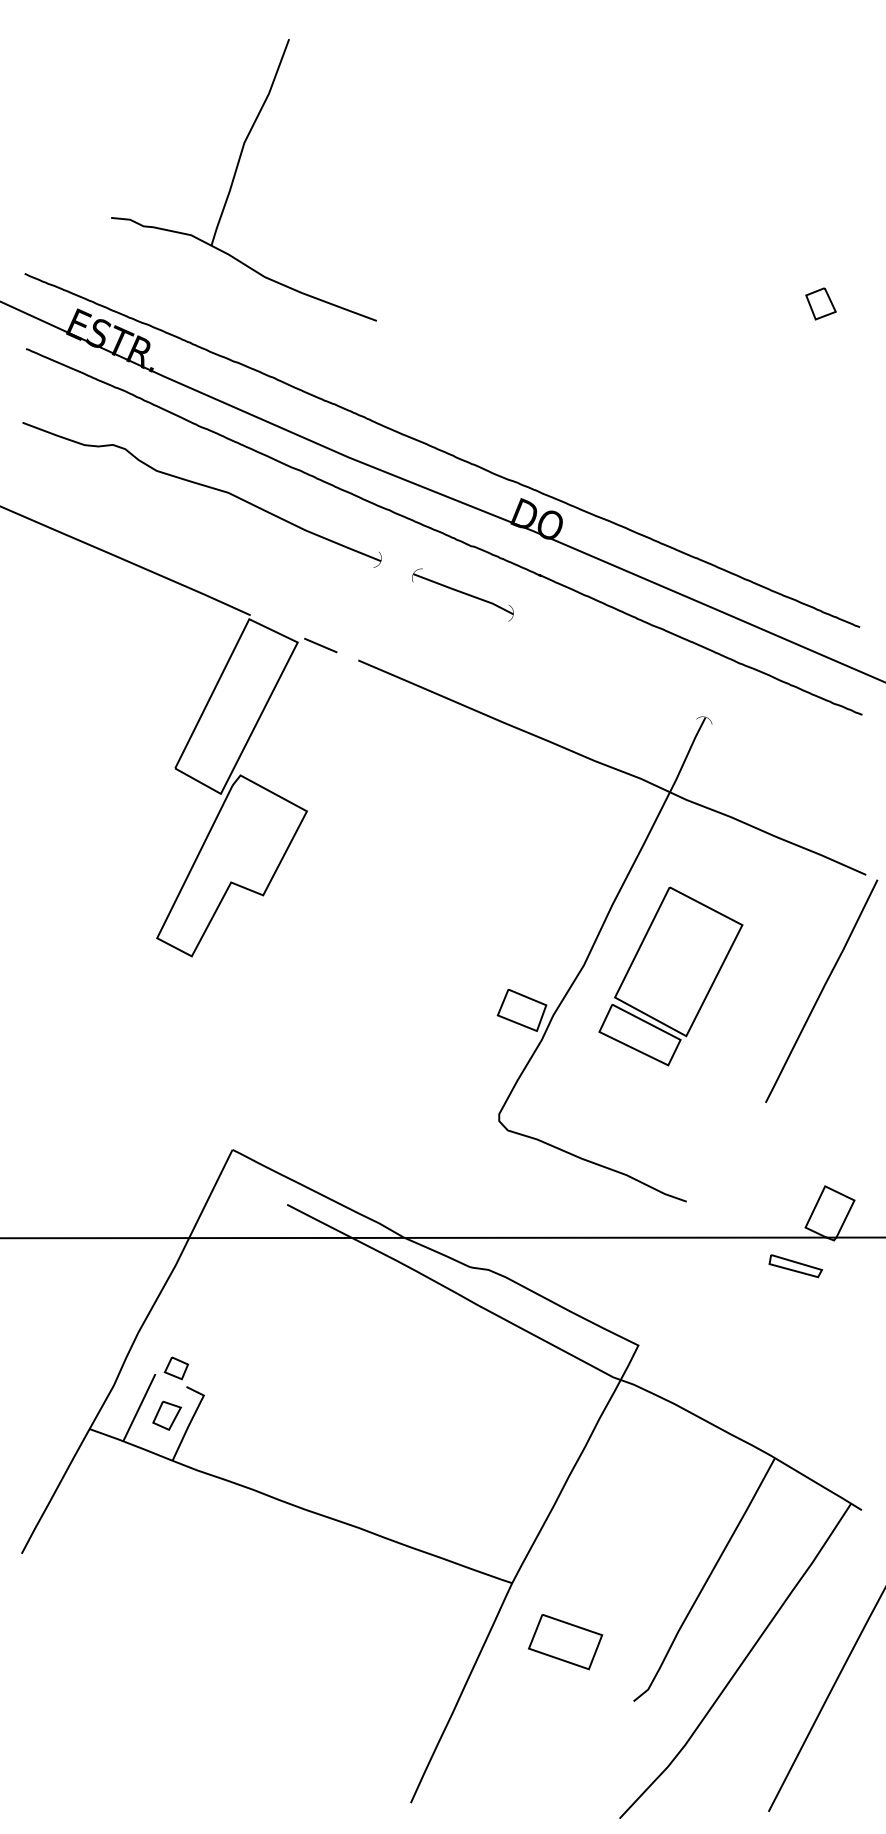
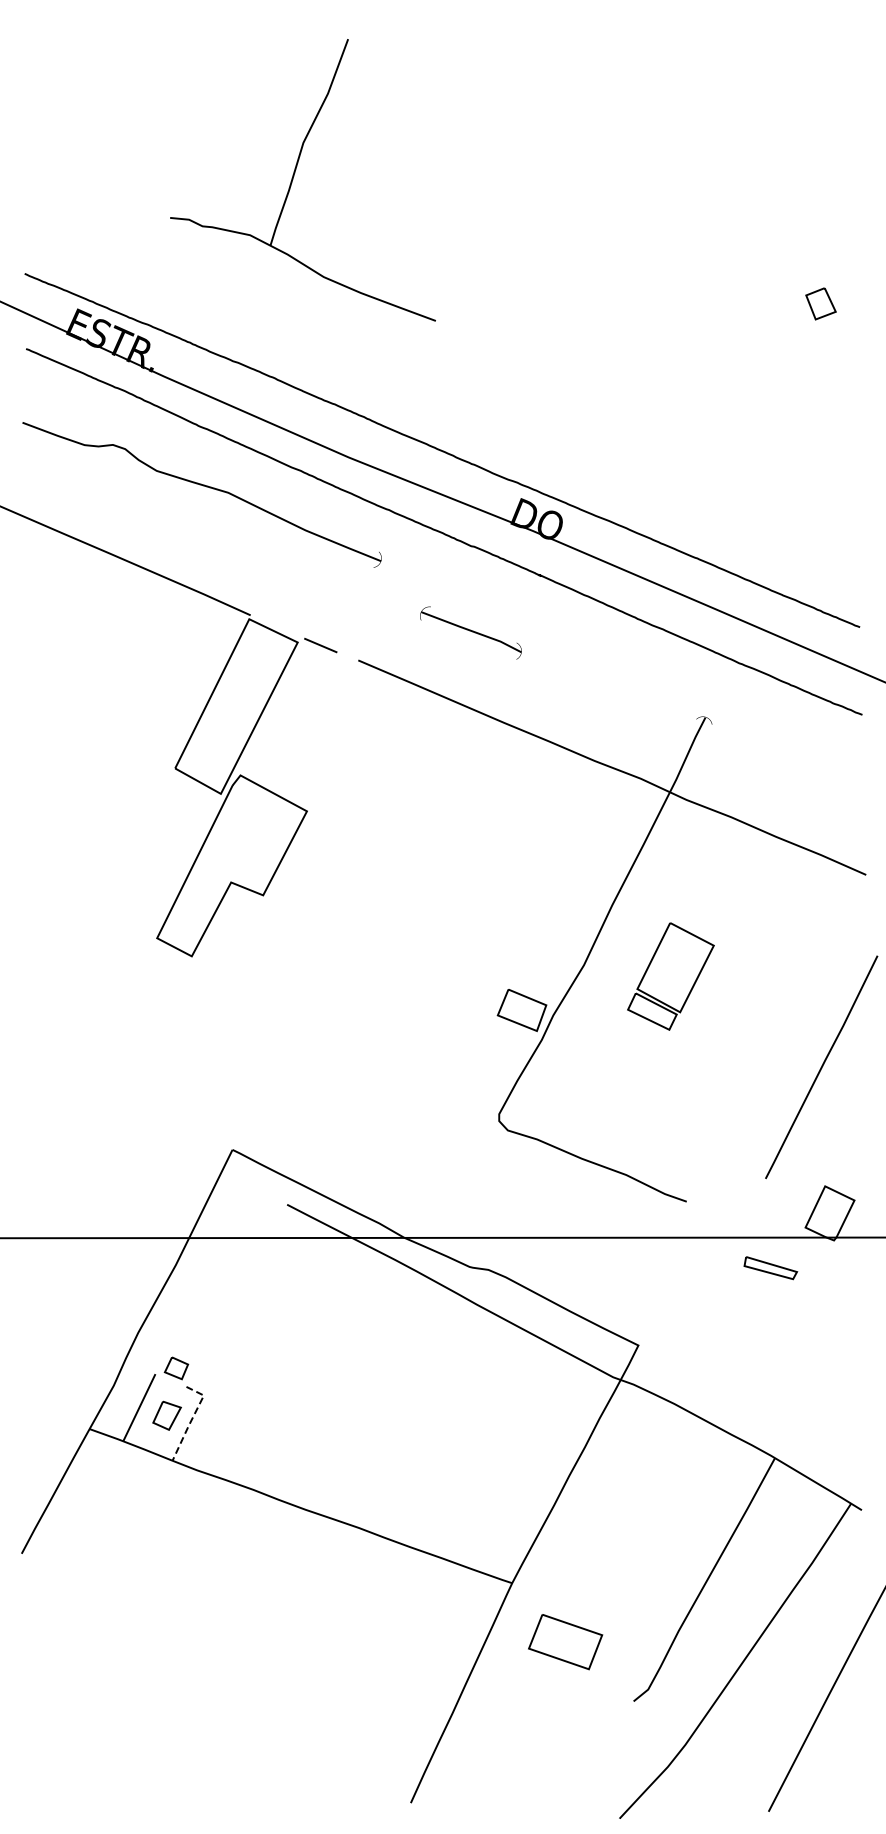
part at (235, 176) position: (235, 176) -> (294, 176)
part at (462, 594) position: (462, 594) -> (470, 632)
part at (670, 976) size: 146x181 px -> 88x109 px
line at (821, 991) position: (821, 991) -> (821, 1067)
part at (795, 1266) position: (795, 1266) -> (770, 1268)
line at (192, 1419): solid -> dashed
